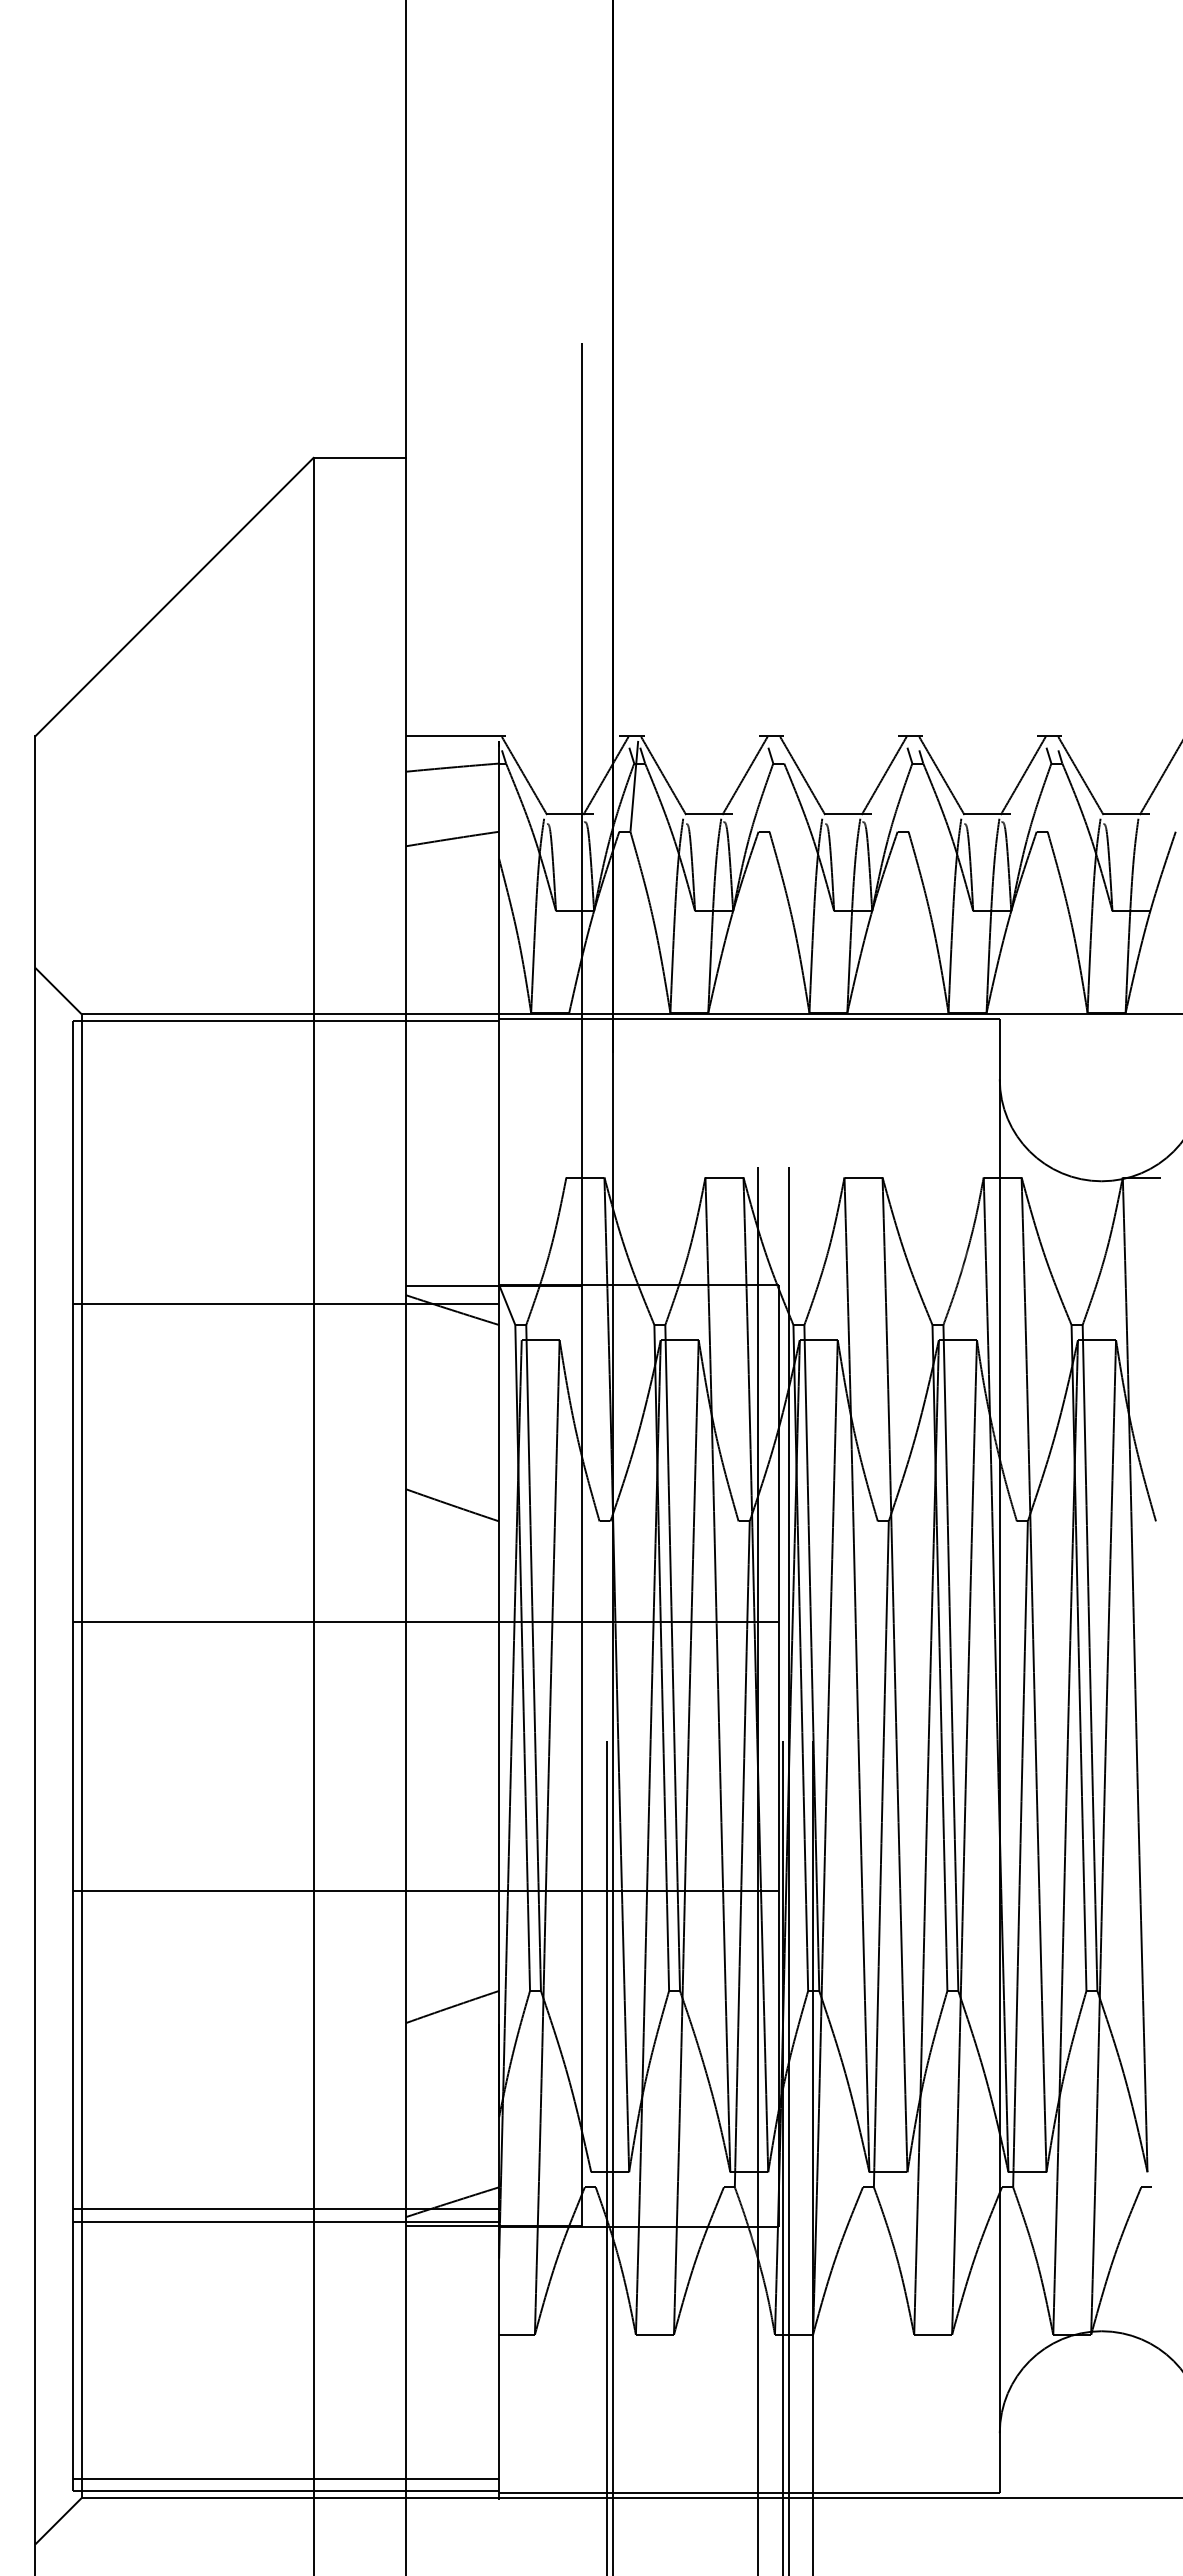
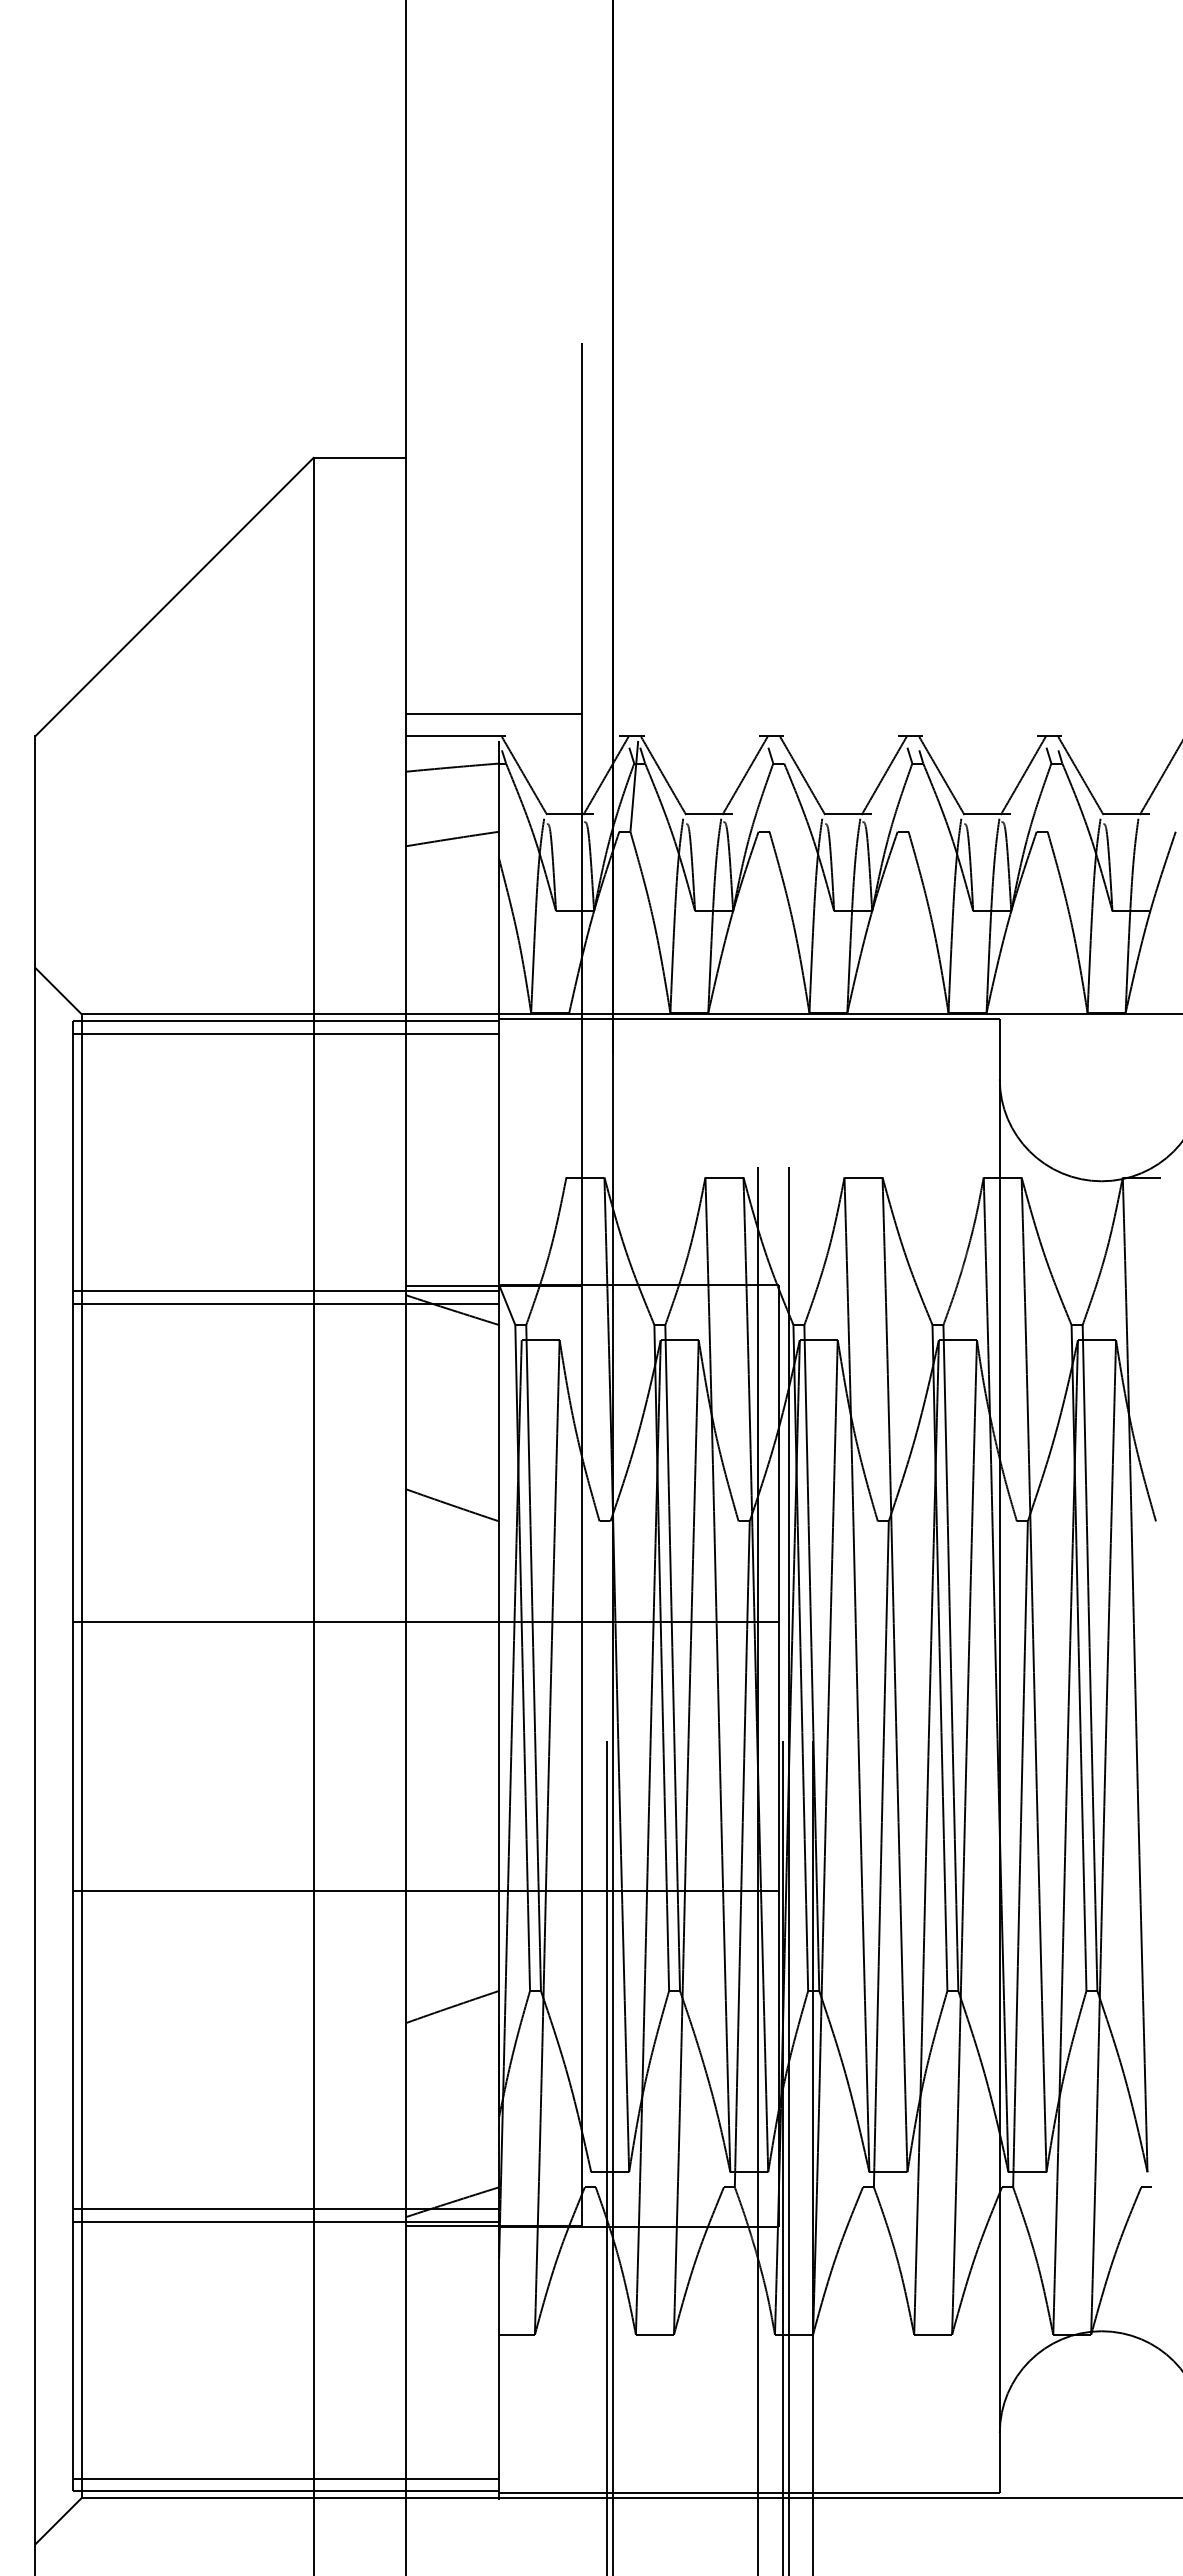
line at (494, 713): none -> present
line at (285, 1033): none -> present
line at (285, 1290): none -> present
